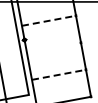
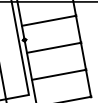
line at (49, 20): dashed -> solid
line at (54, 47): none -> present
line at (59, 74): dashed -> solid
